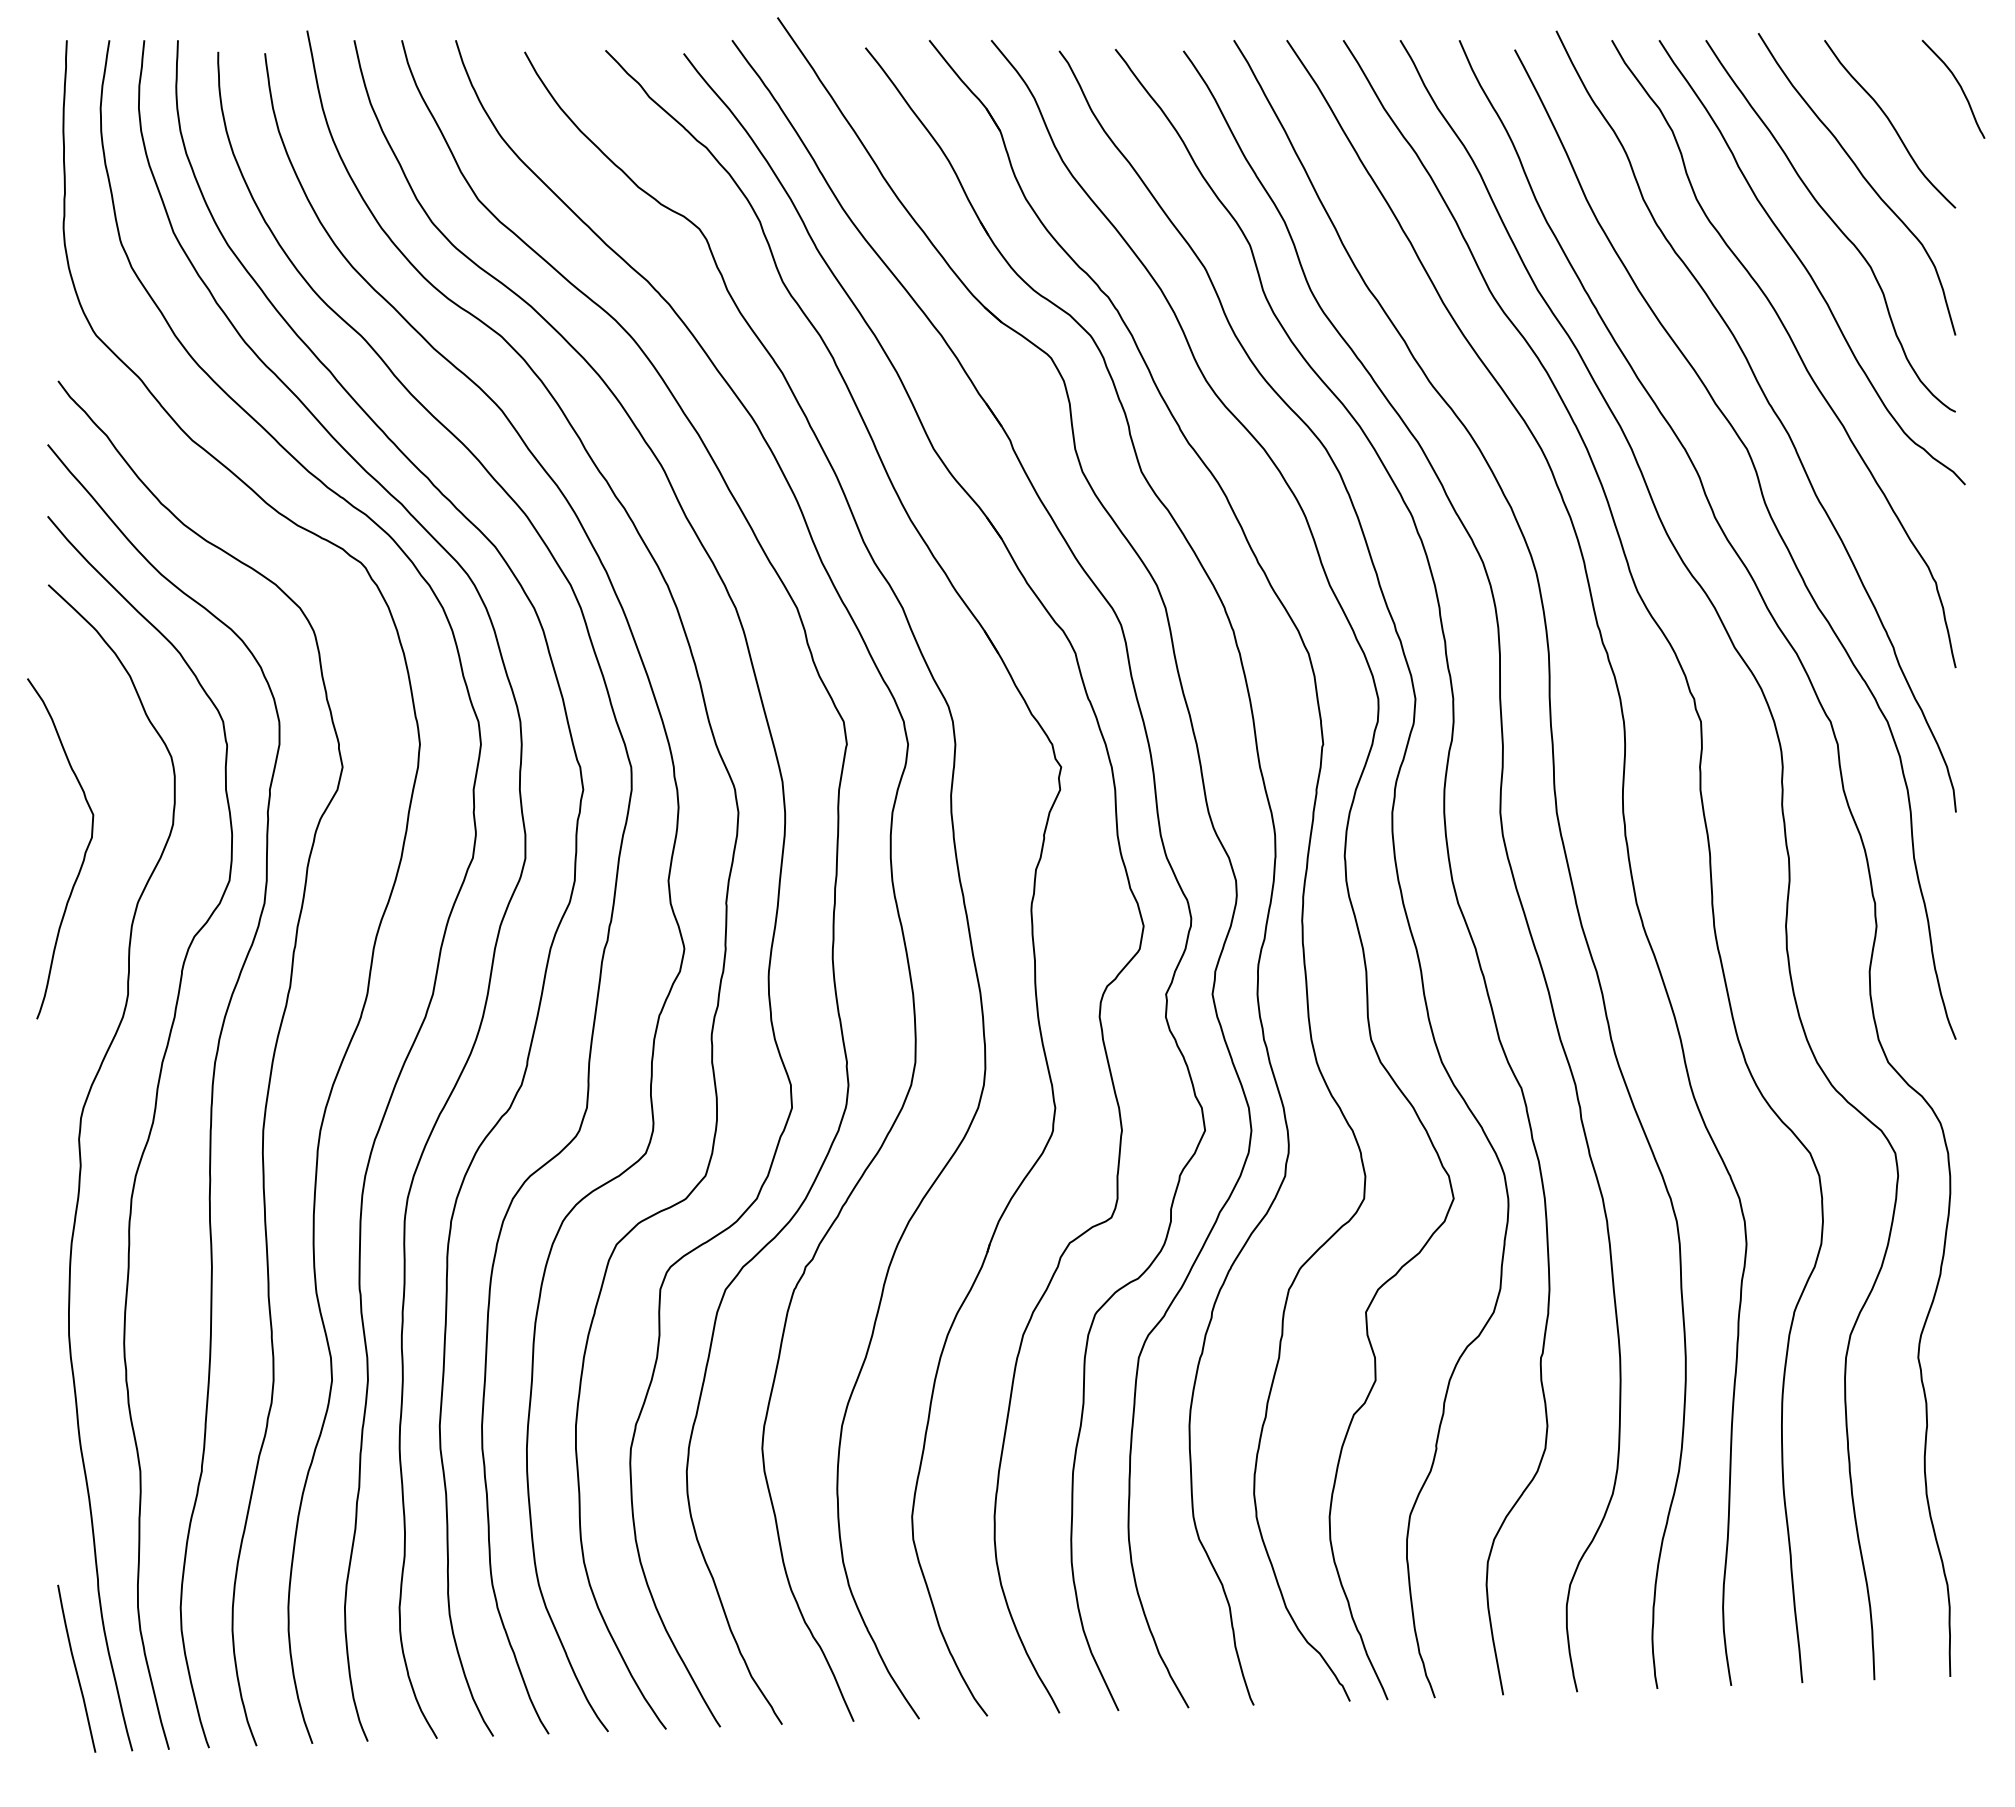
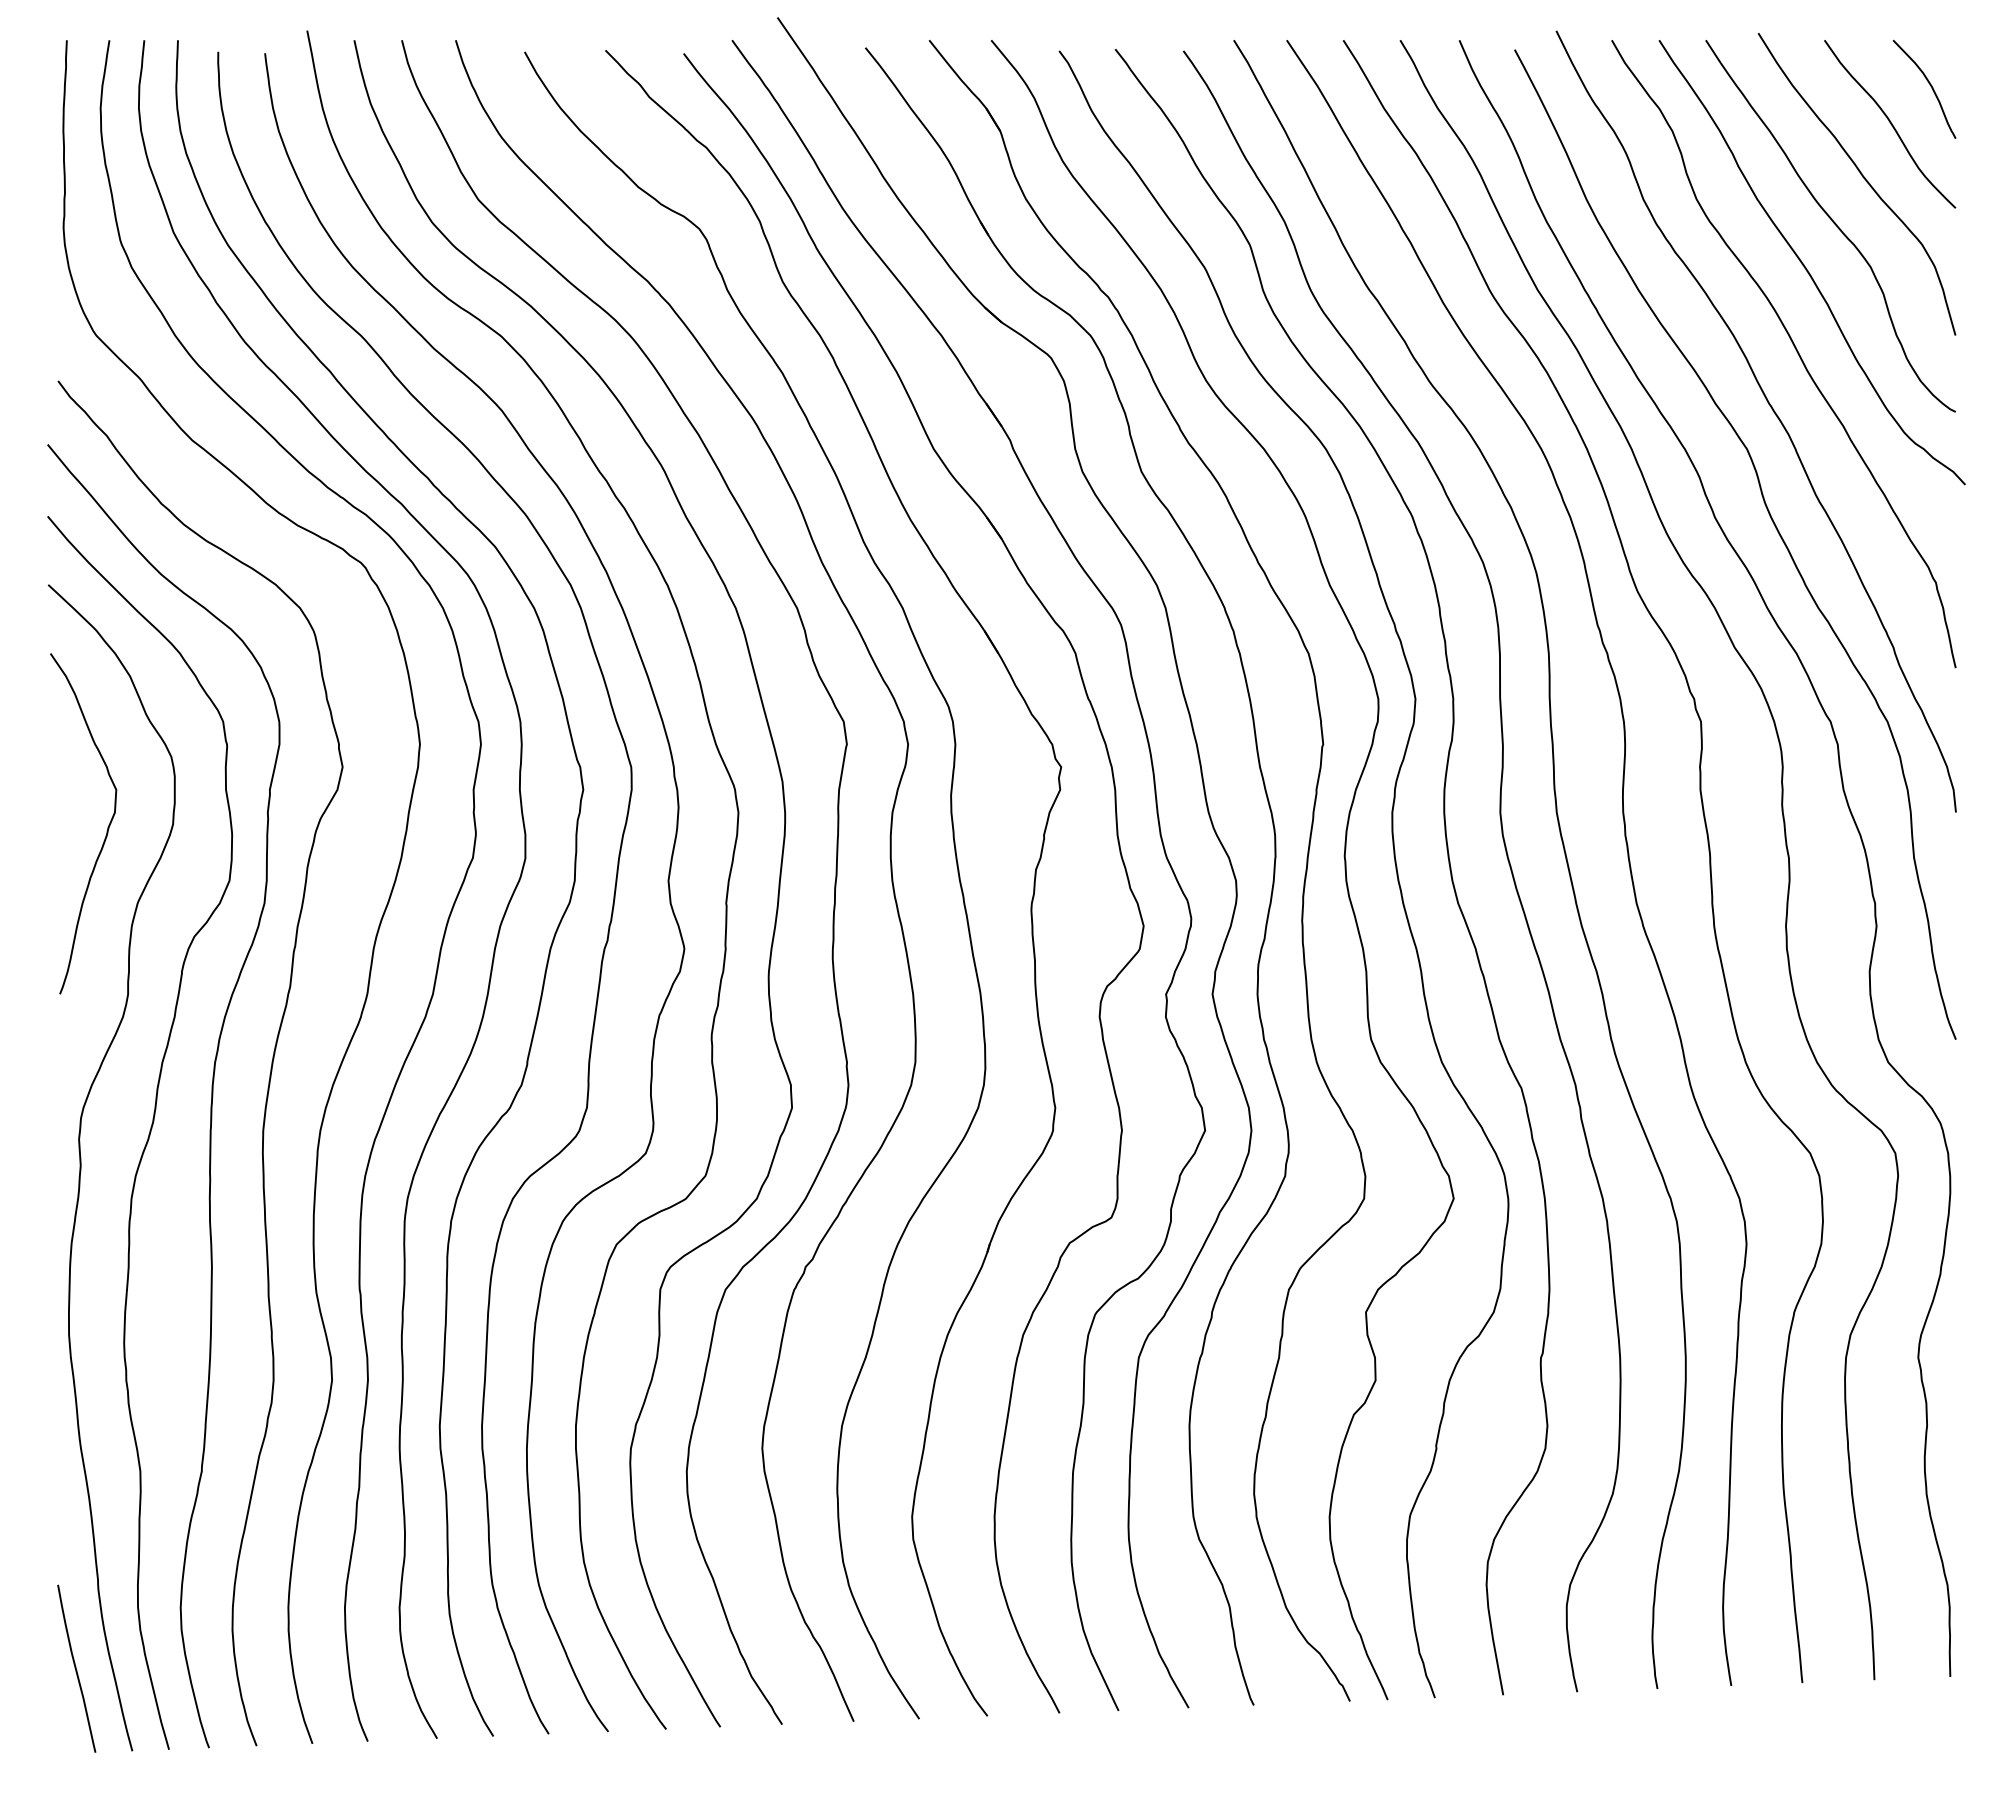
curve at (1959, 86) position: (1959, 86) -> (1930, 86)
curve at (84, 852) position: (84, 852) -> (107, 827)
